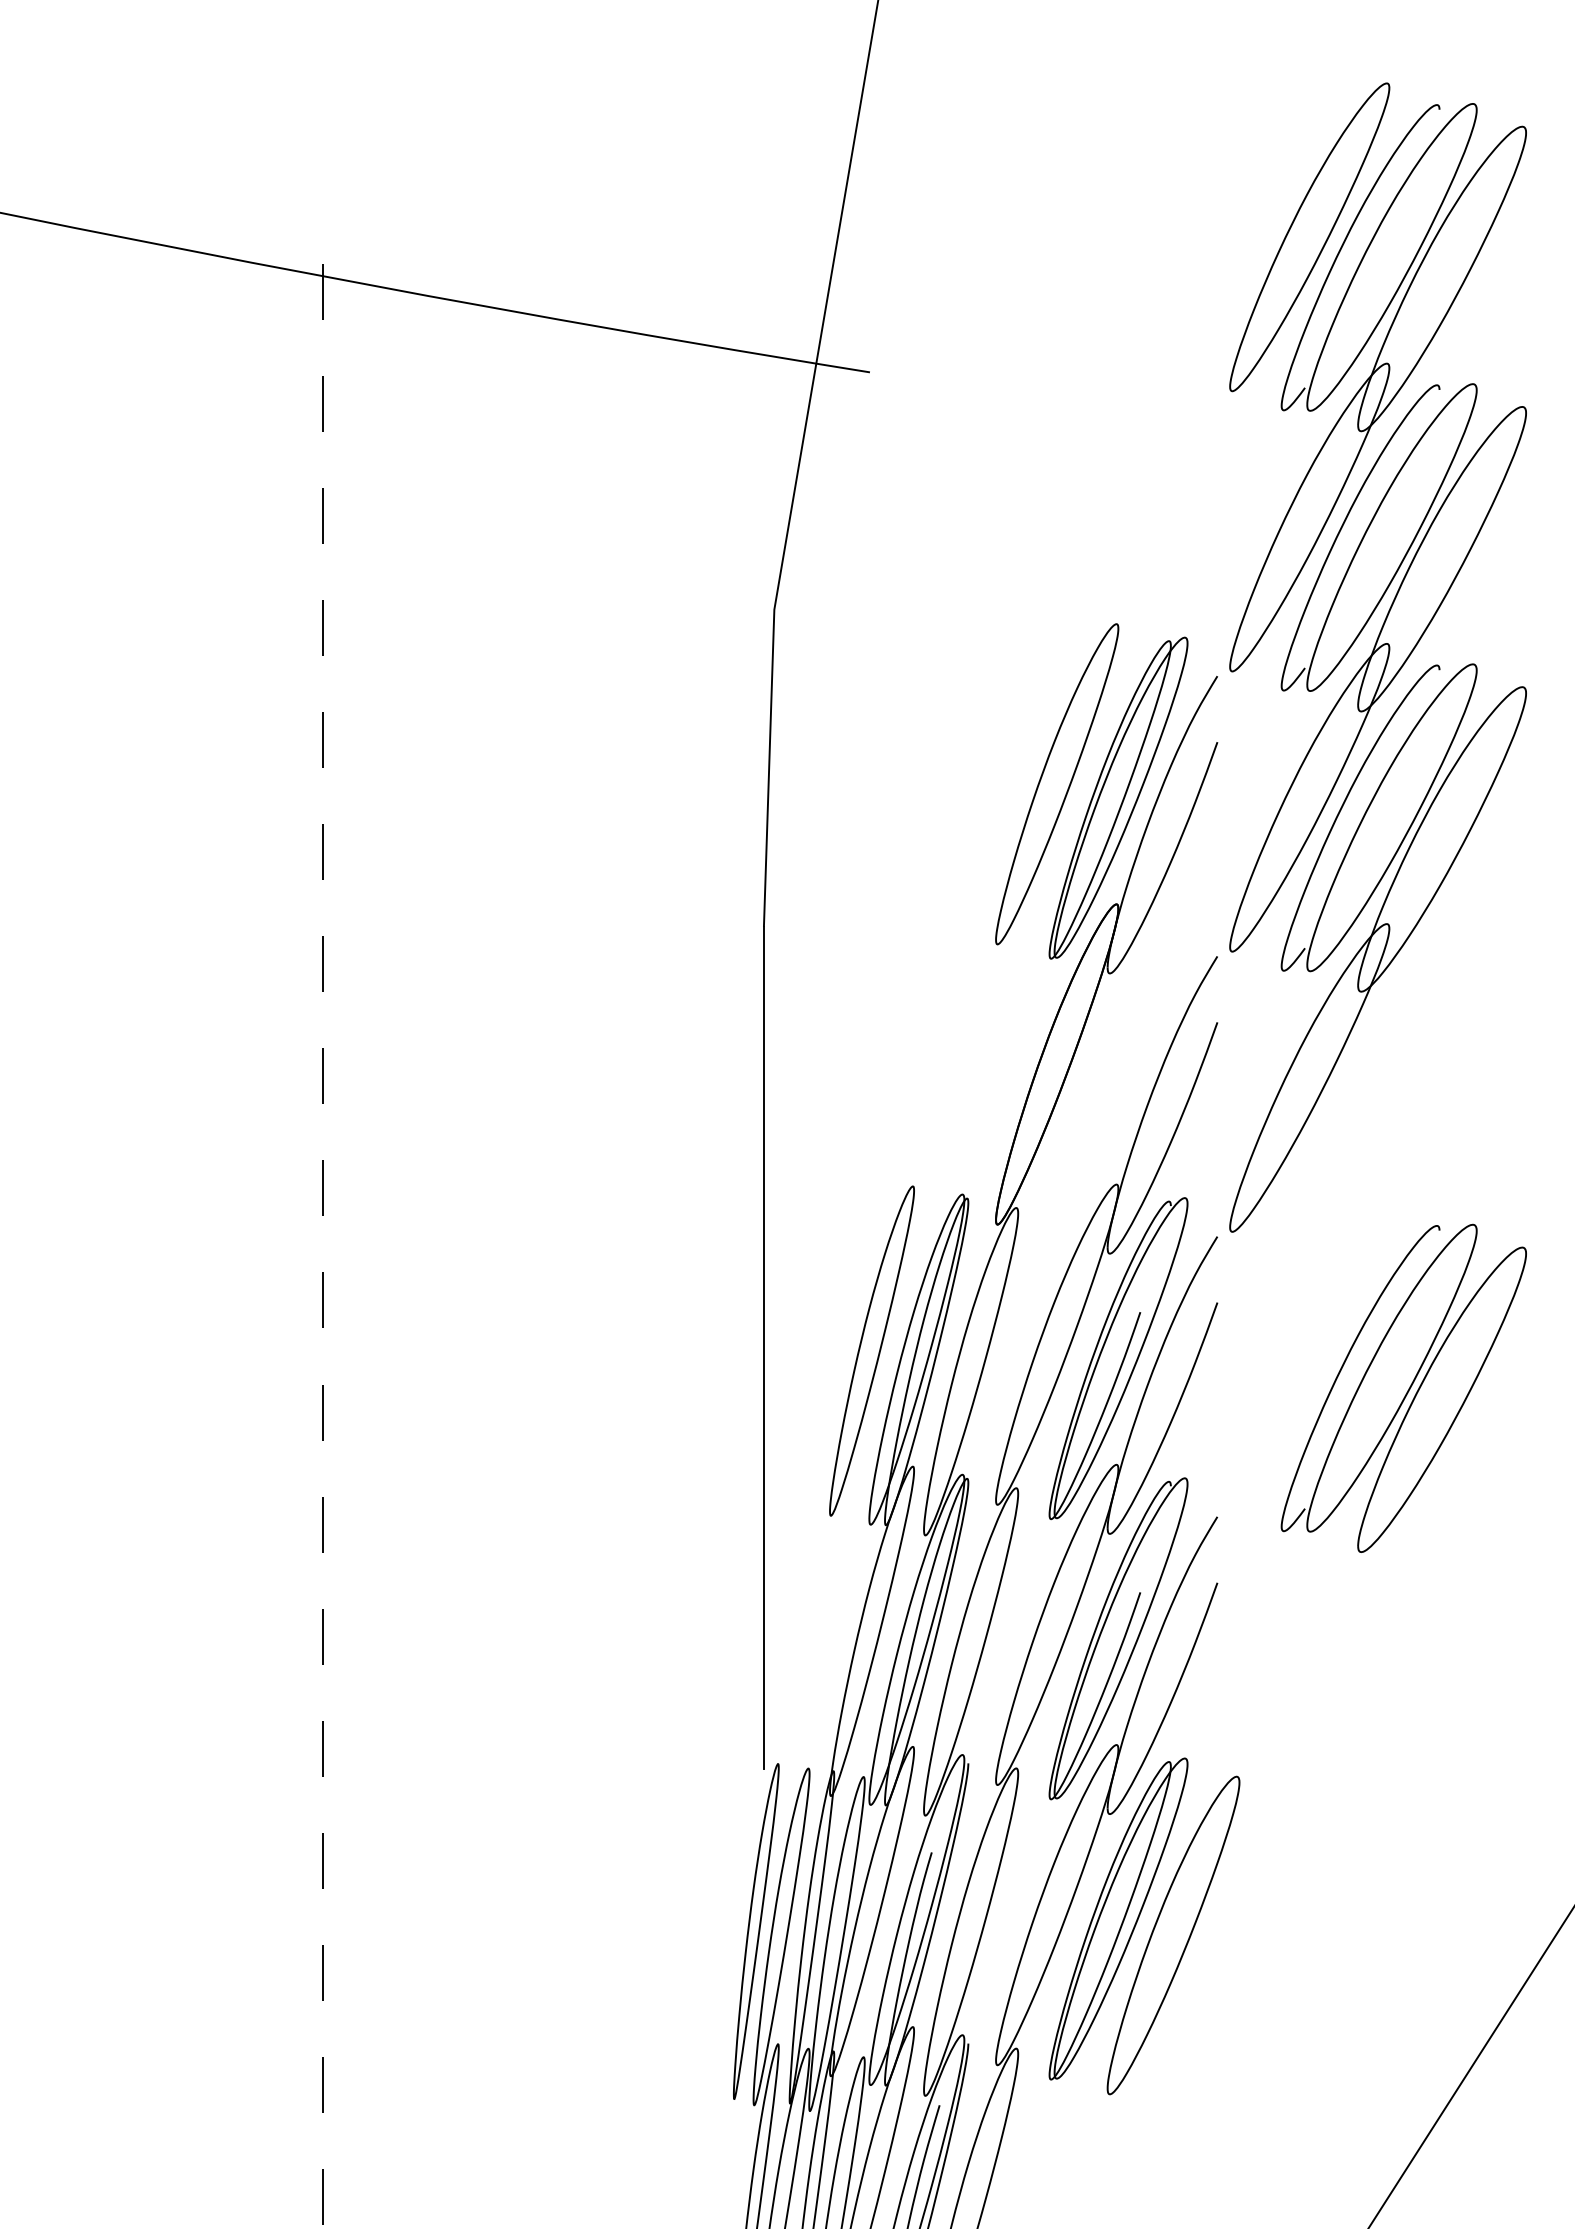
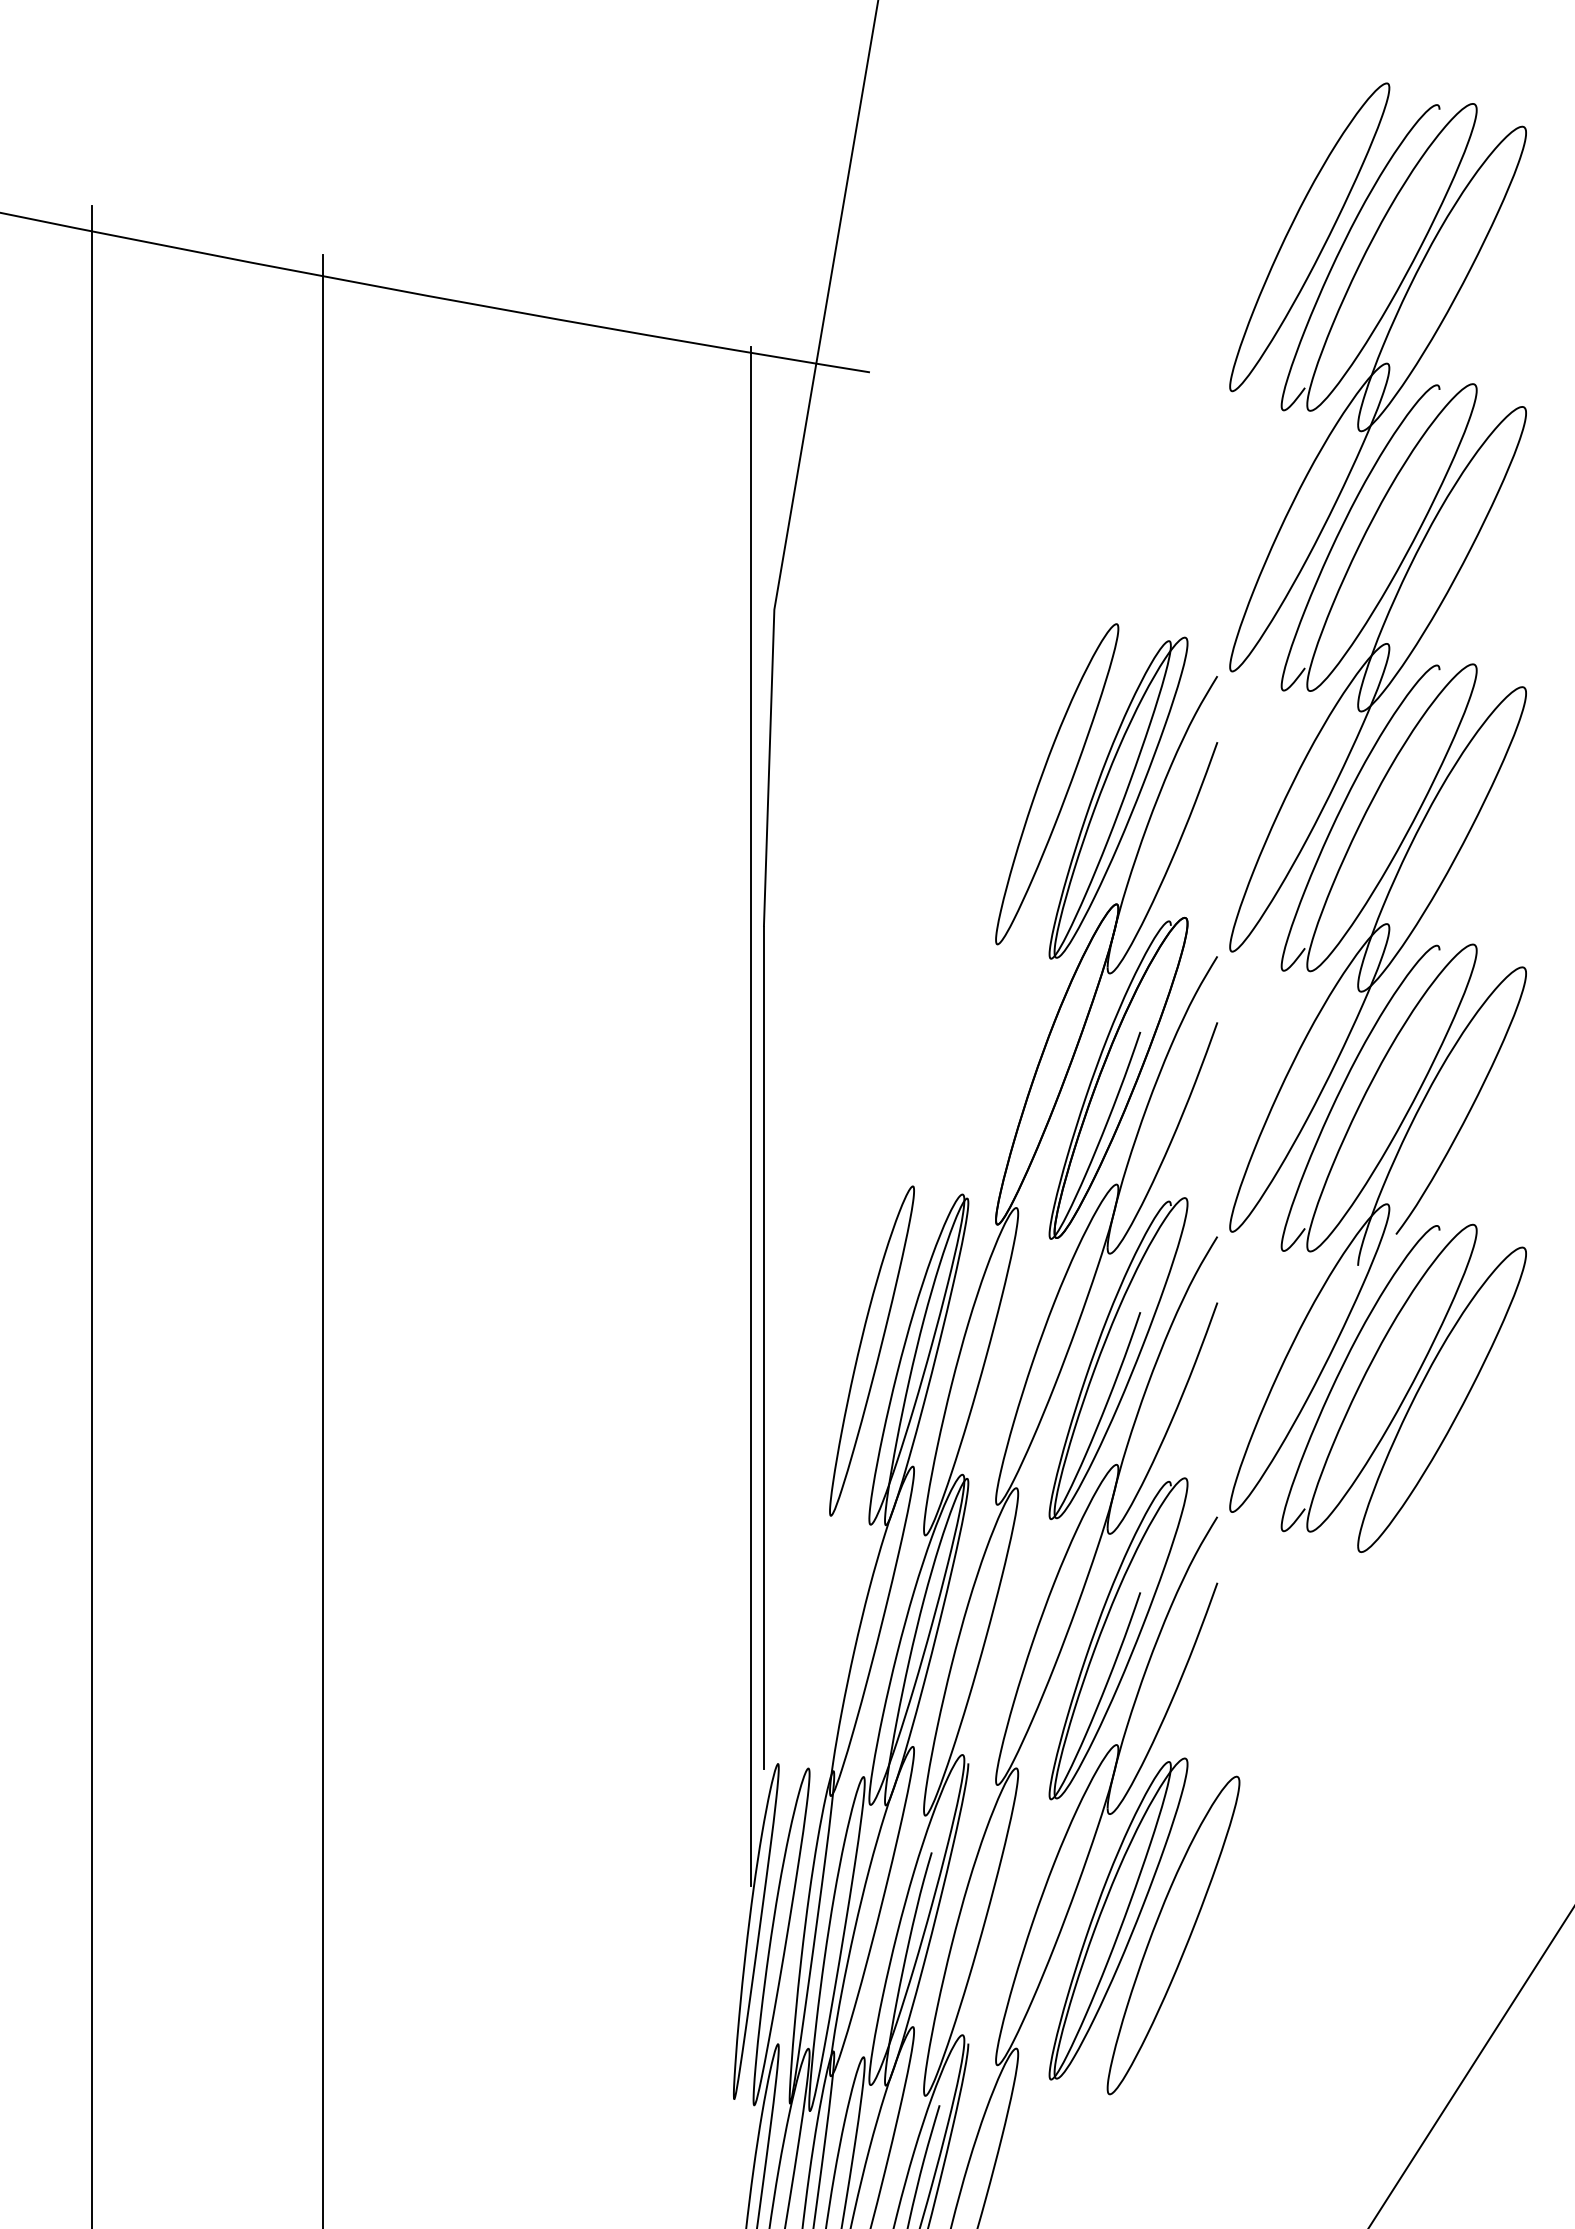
part at (1118, 1077): none -> present
line at (751, 1116): none -> present
line at (91, 1215): none -> present
part at (1377, 1227): none -> present
line at (322, 1241): dashed -> solid
